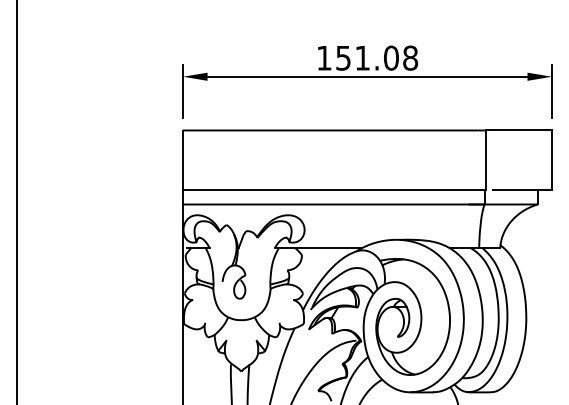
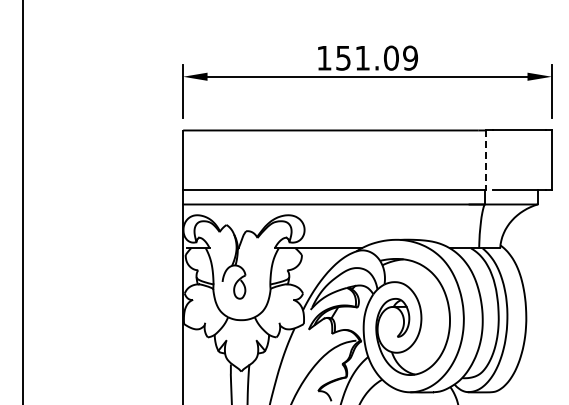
text at (410, 57): 151.08 -> 151.09
line at (486, 160): solid -> dashed
line at (17, 201) position: (17, 201) -> (23, 201)
